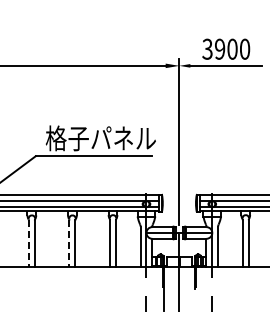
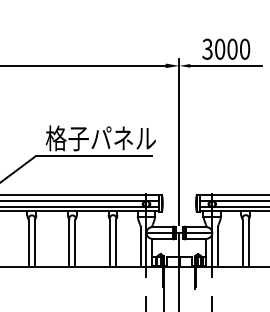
text at (220, 48): 3900 -> 3000
line at (28, 244): dashed -> solid
line at (69, 244): dashed -> solid
